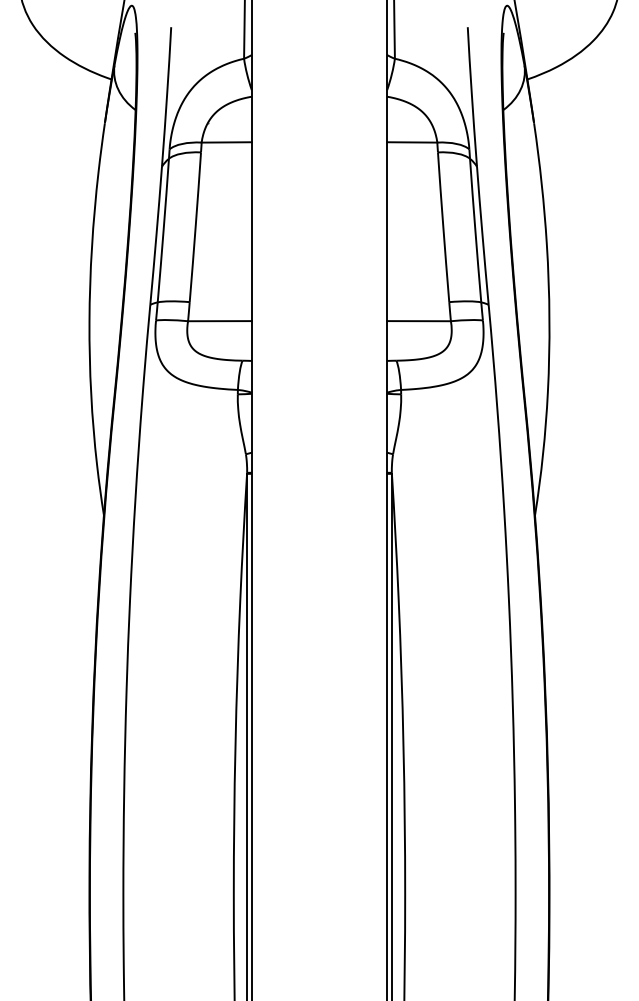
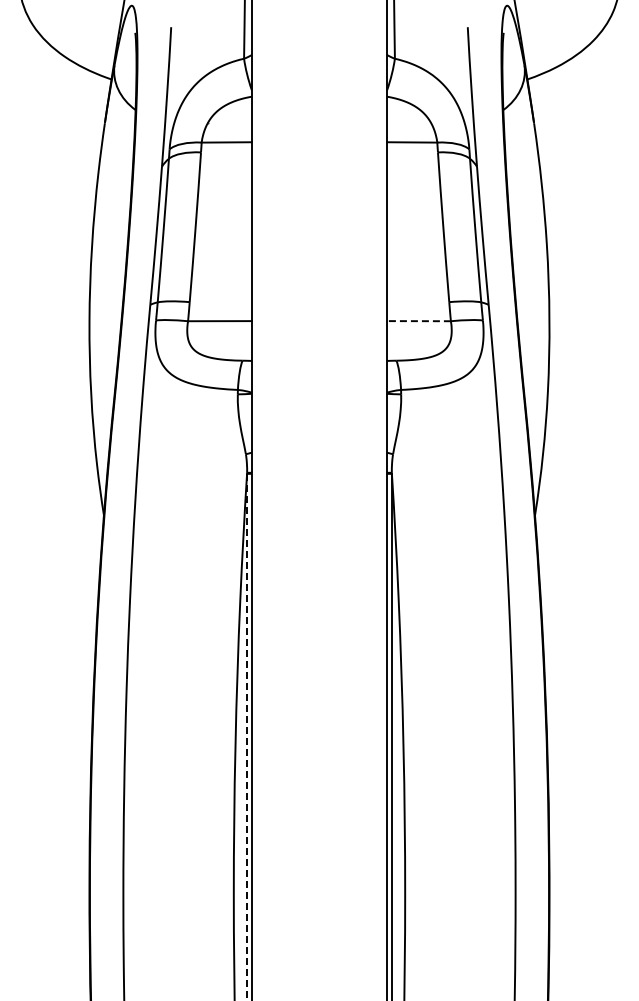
line at (419, 321): solid -> dashed
line at (247, 737): solid -> dashed
